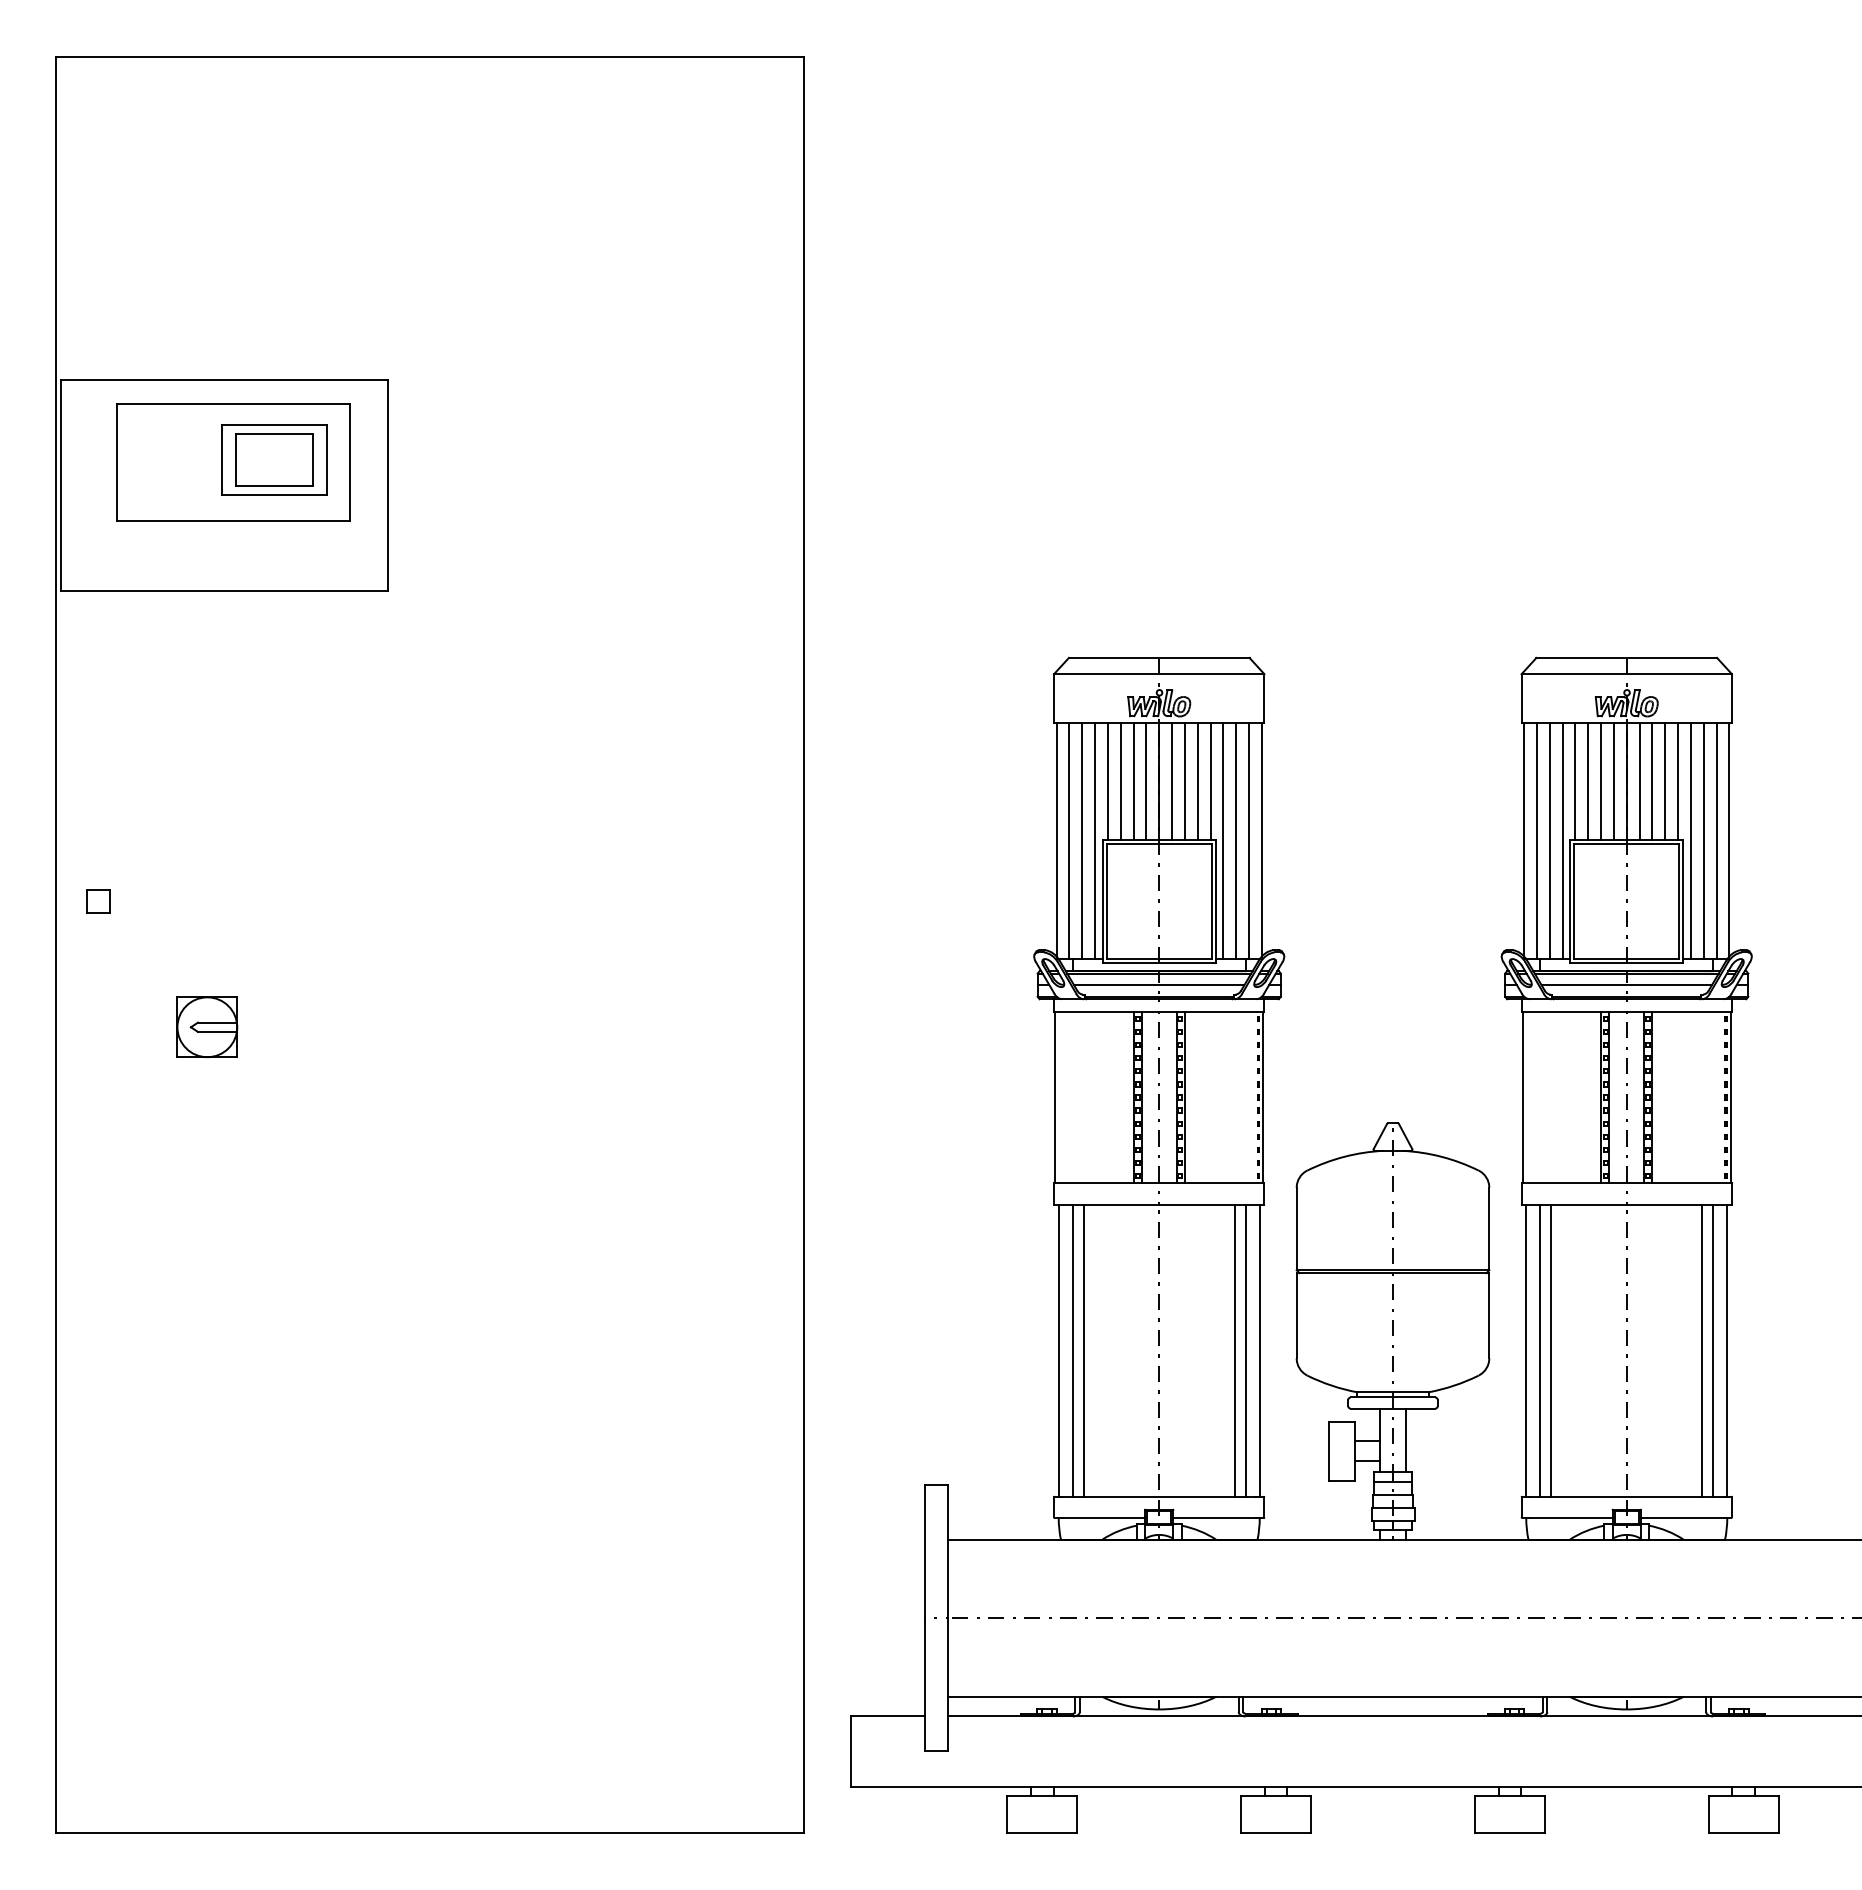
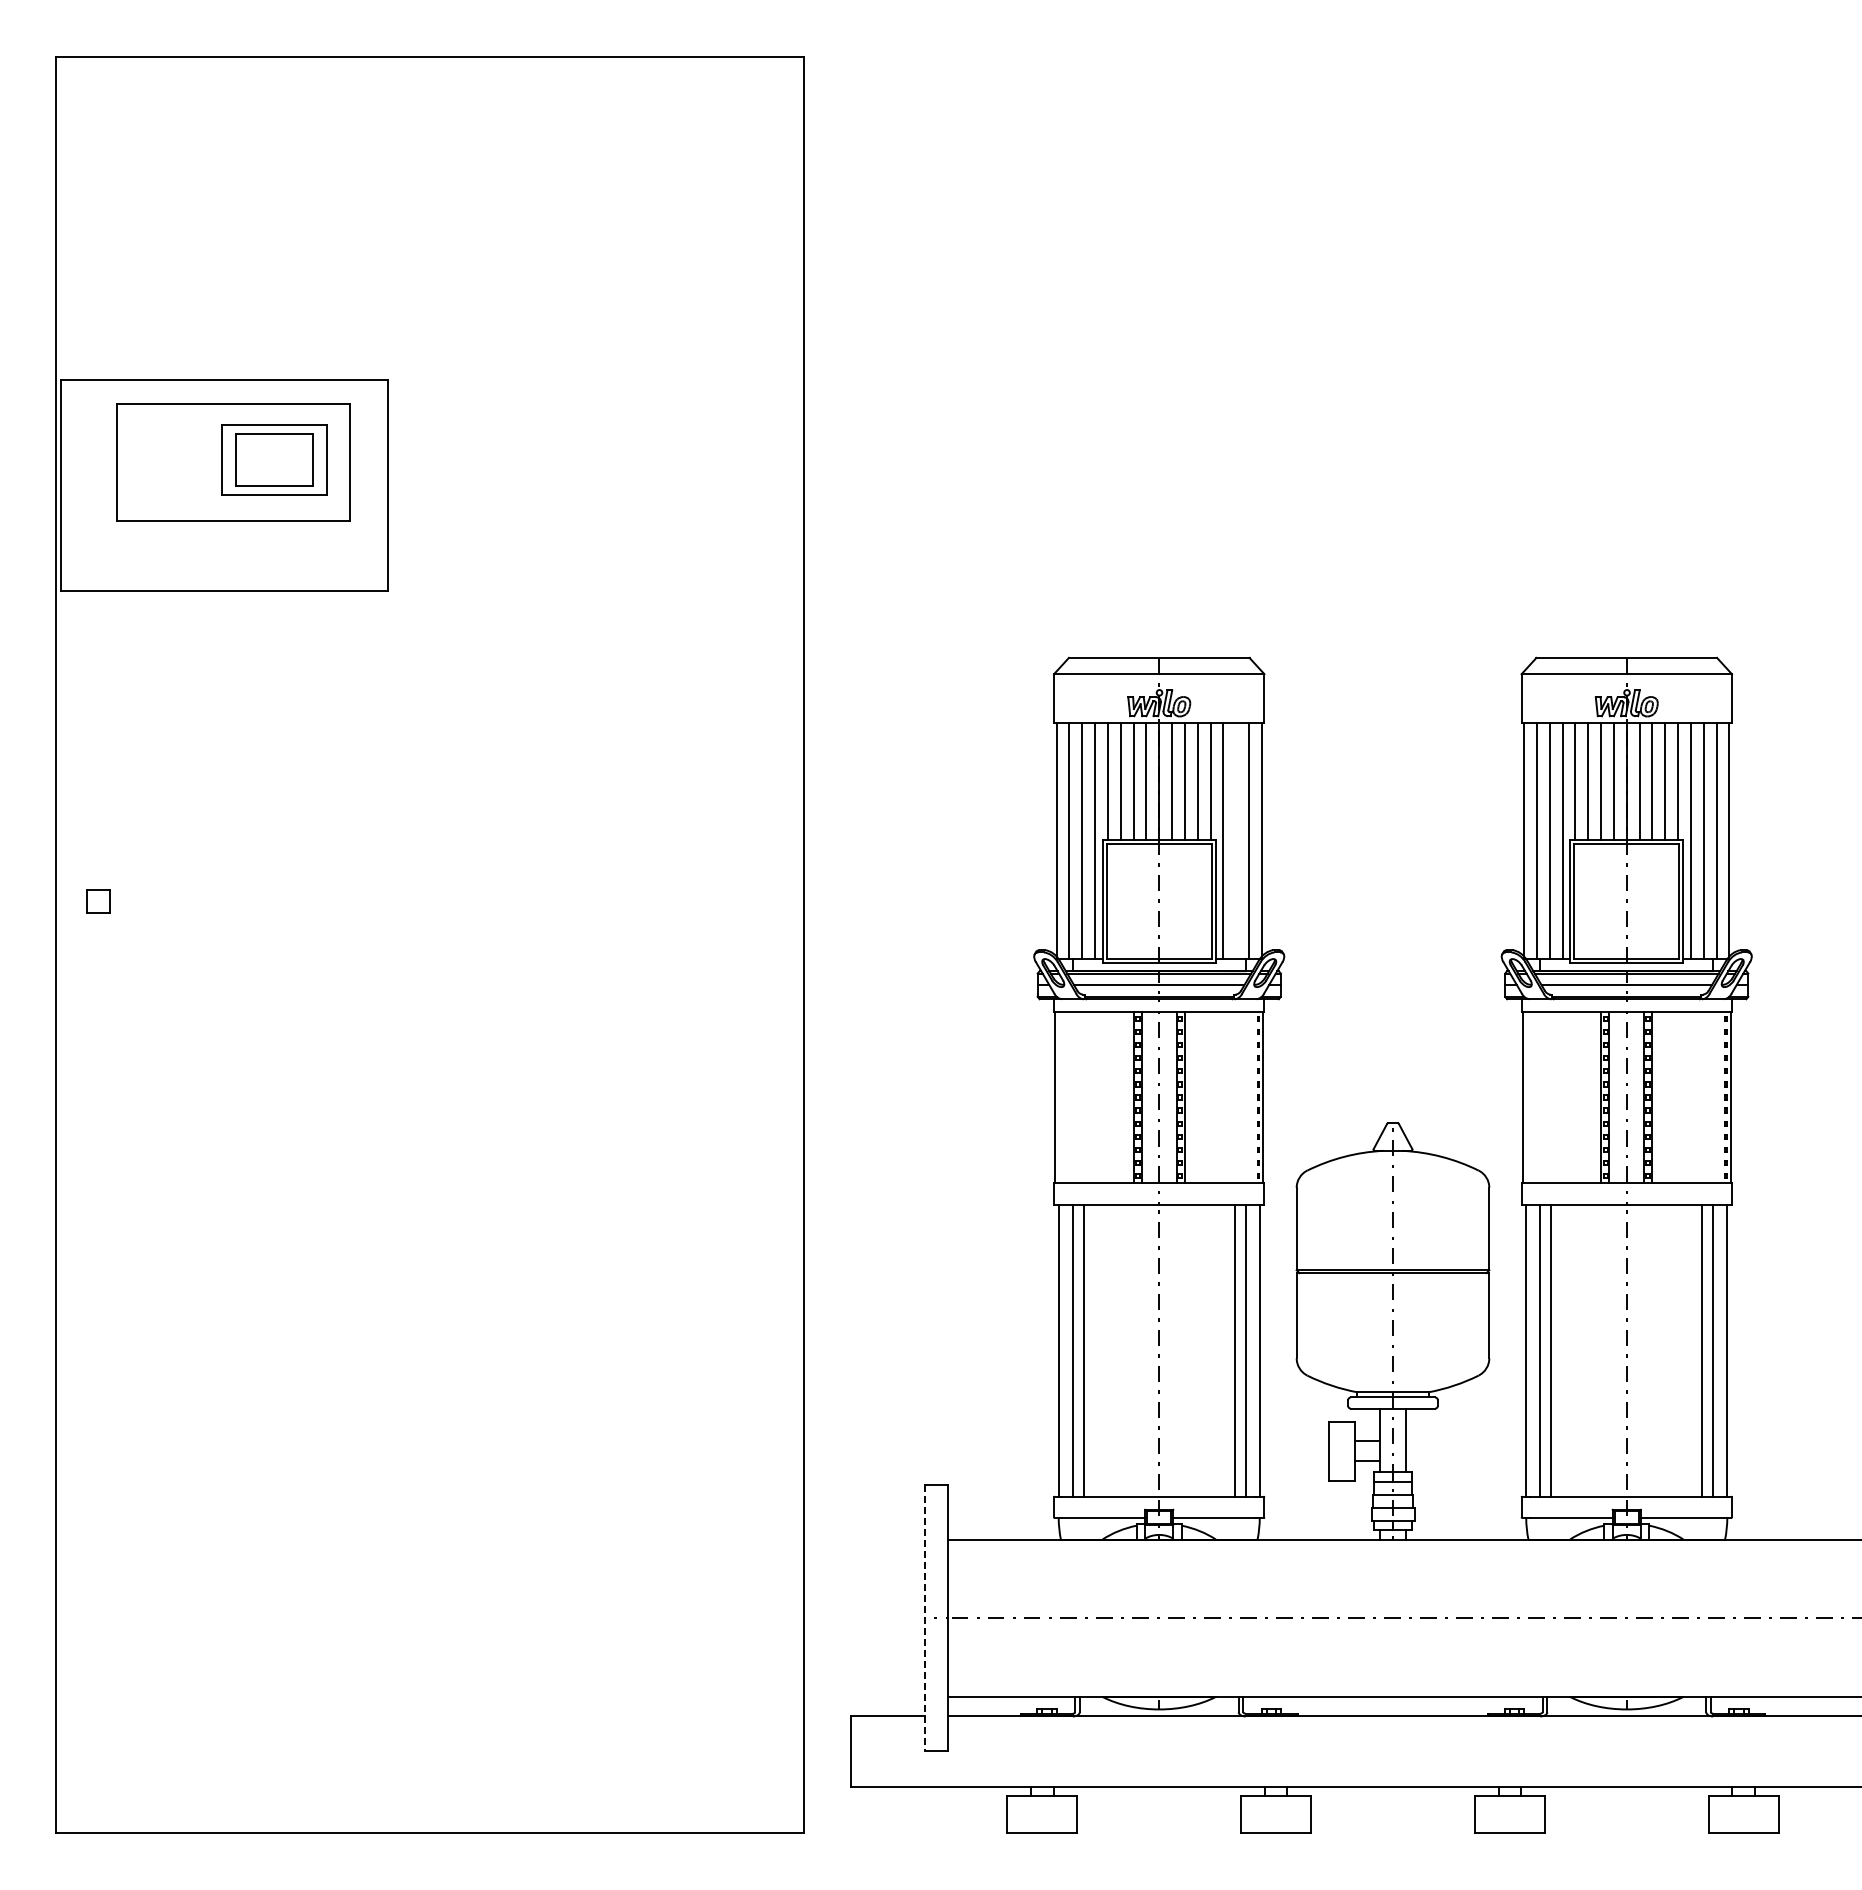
line at (1236, 840): present -> none
part at (207, 1027): present -> none
line at (925, 1618): solid -> dashed
